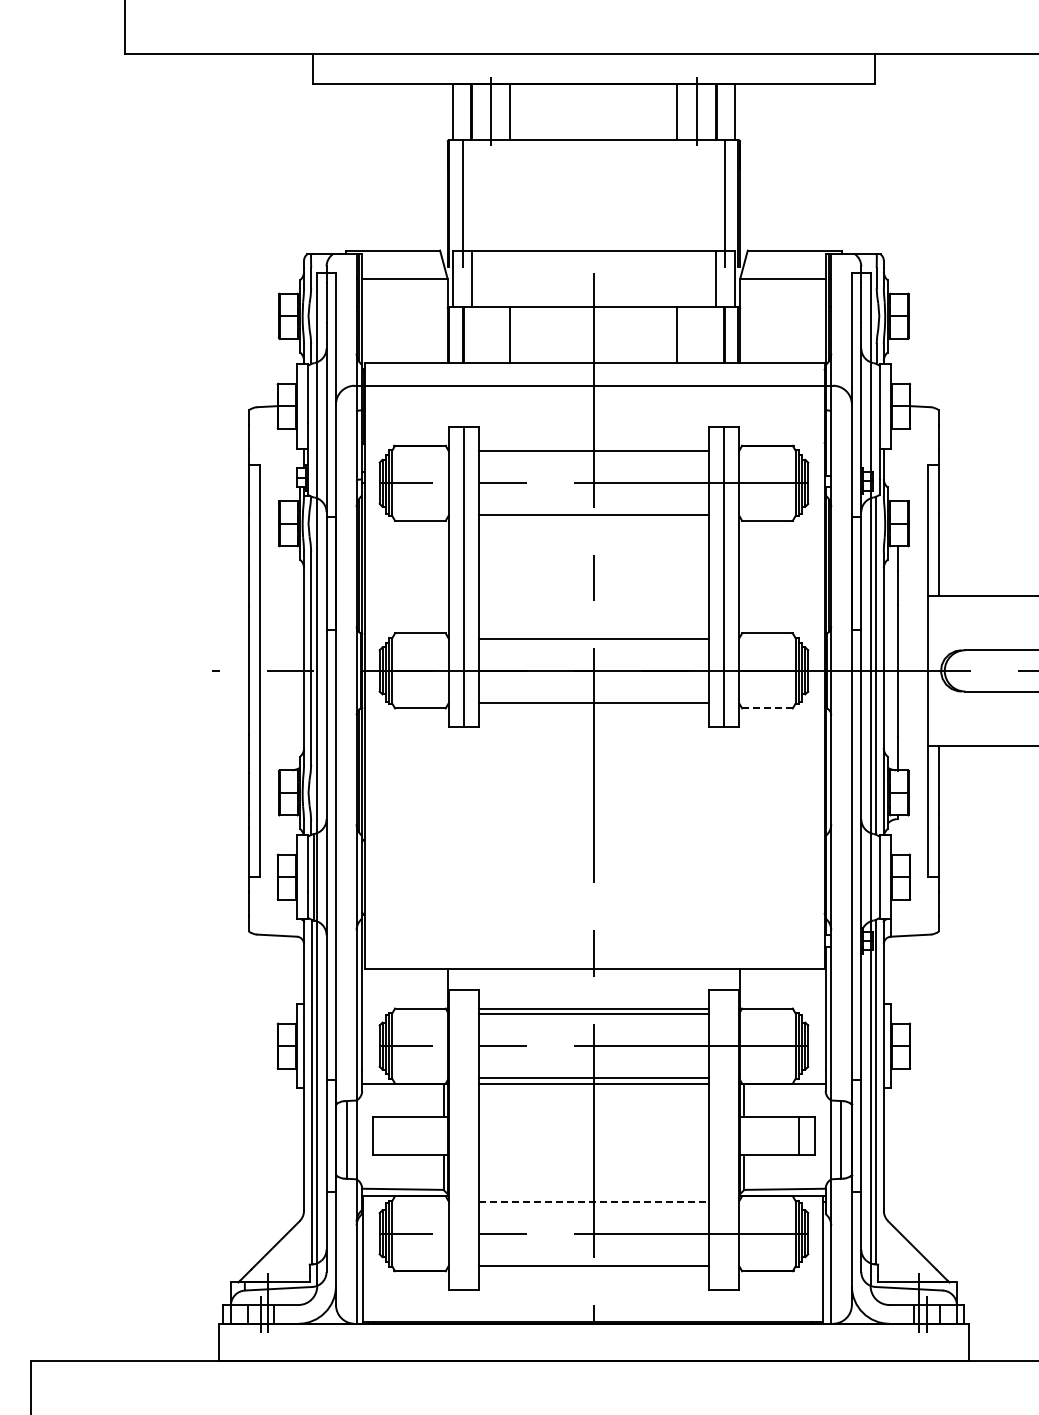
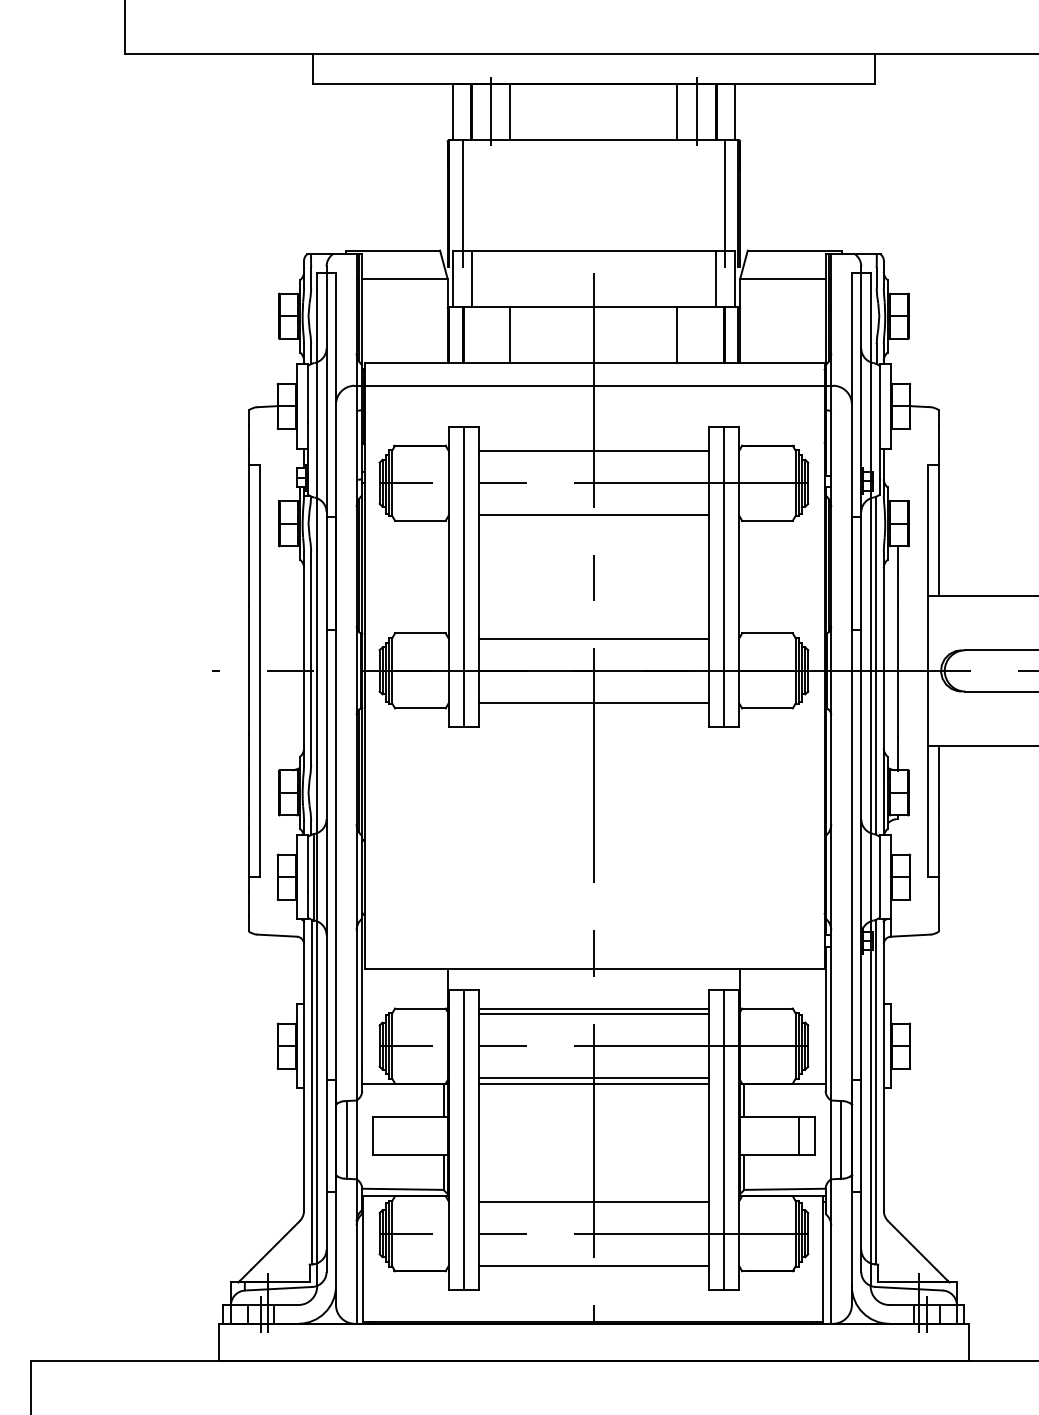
line at (766, 708): dashed -> solid
line at (463, 1139): none -> present
line at (724, 1139): none -> present
line at (594, 1201): dashed -> solid
